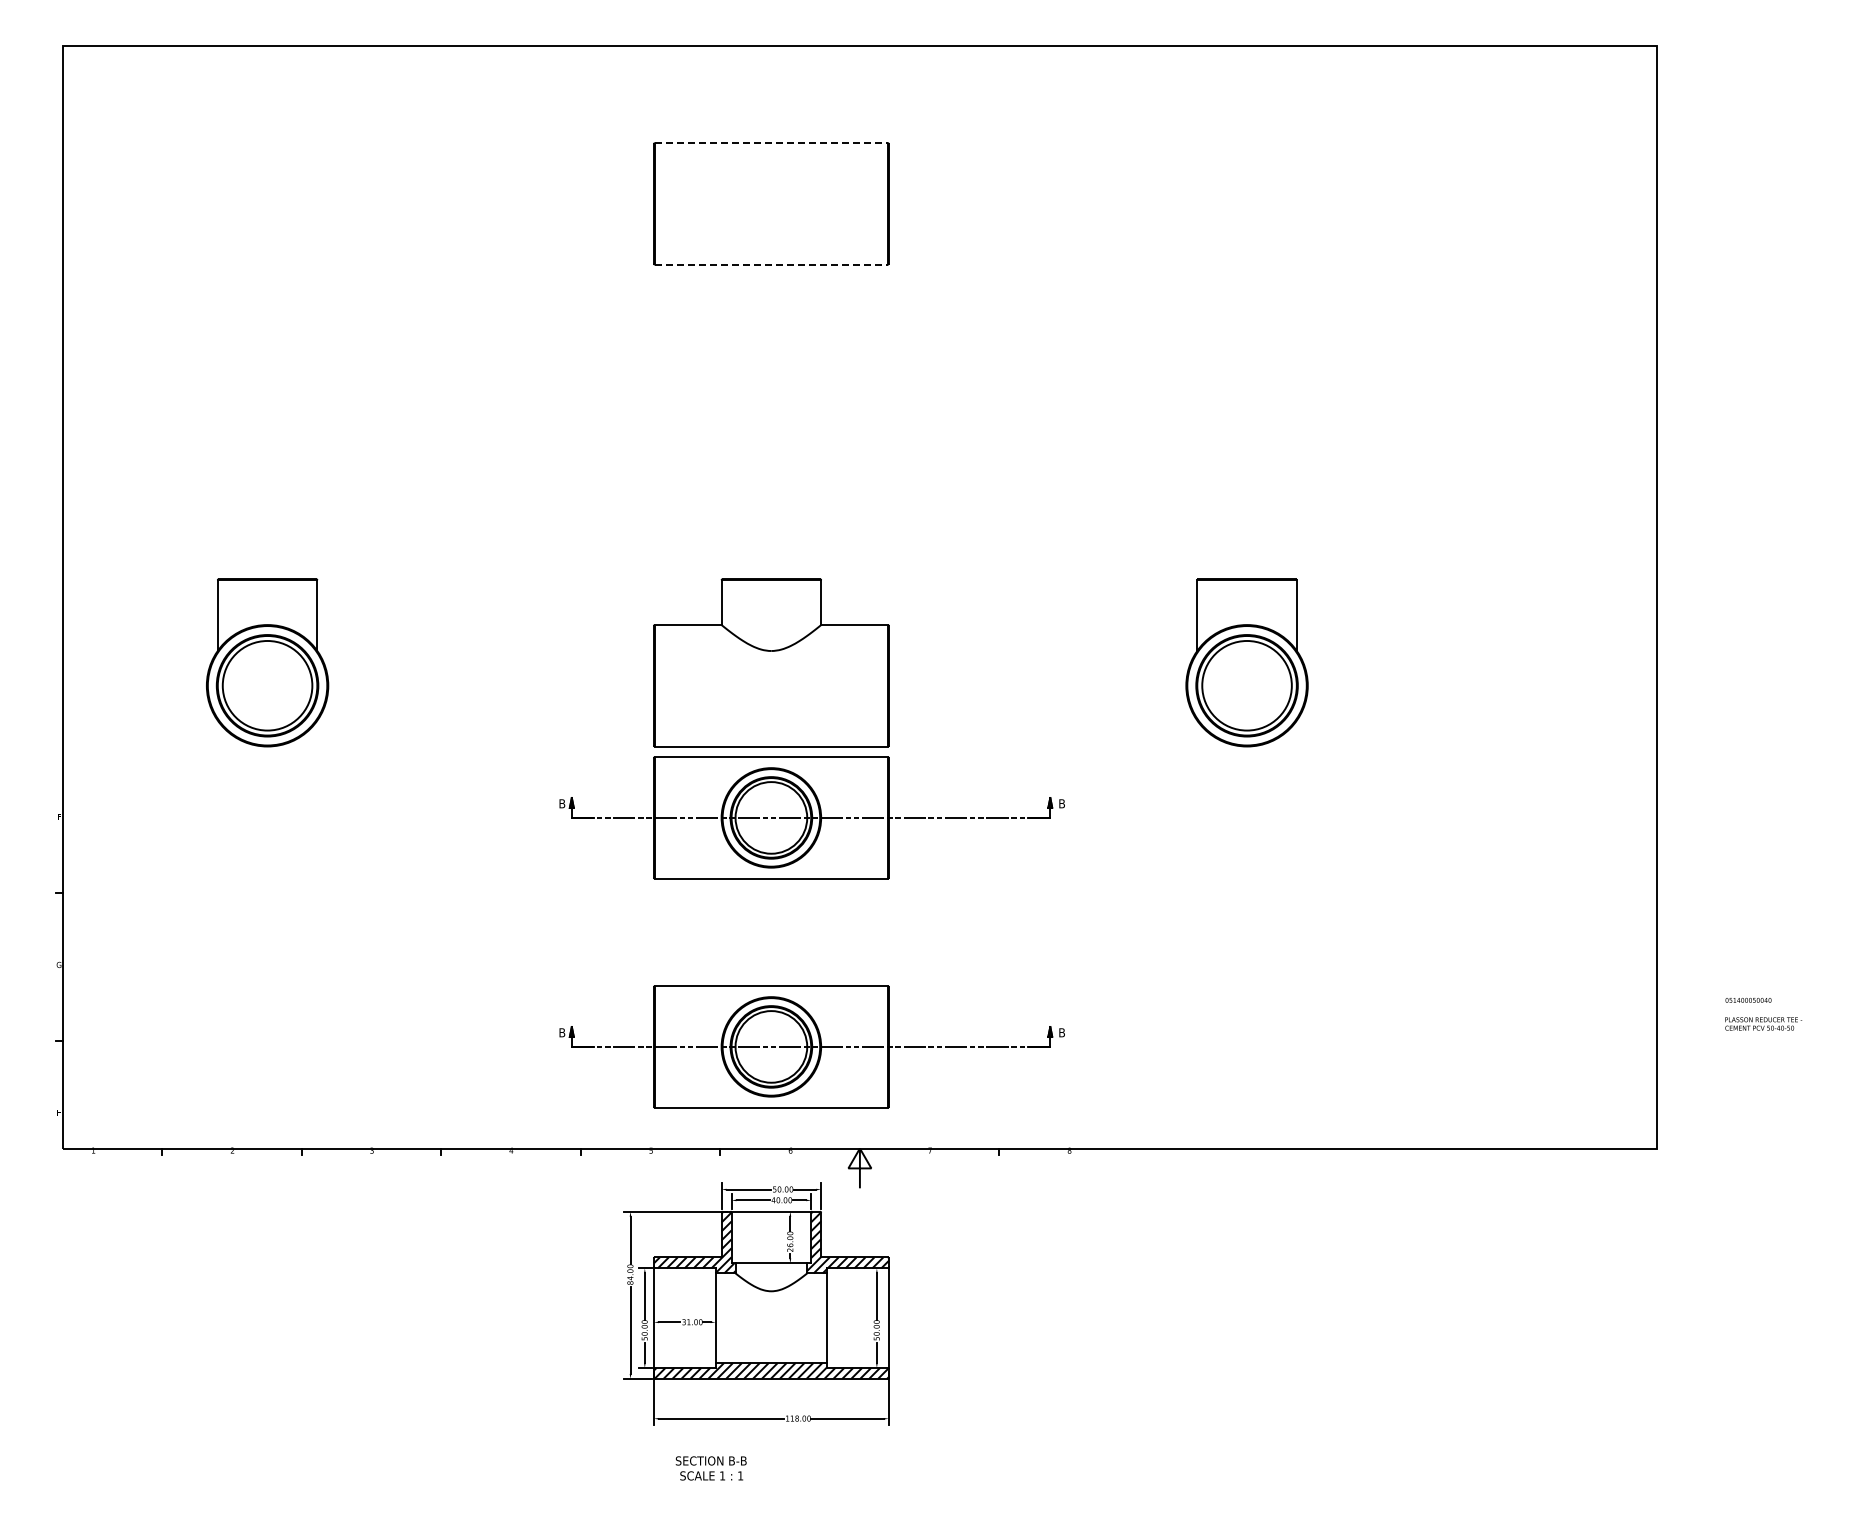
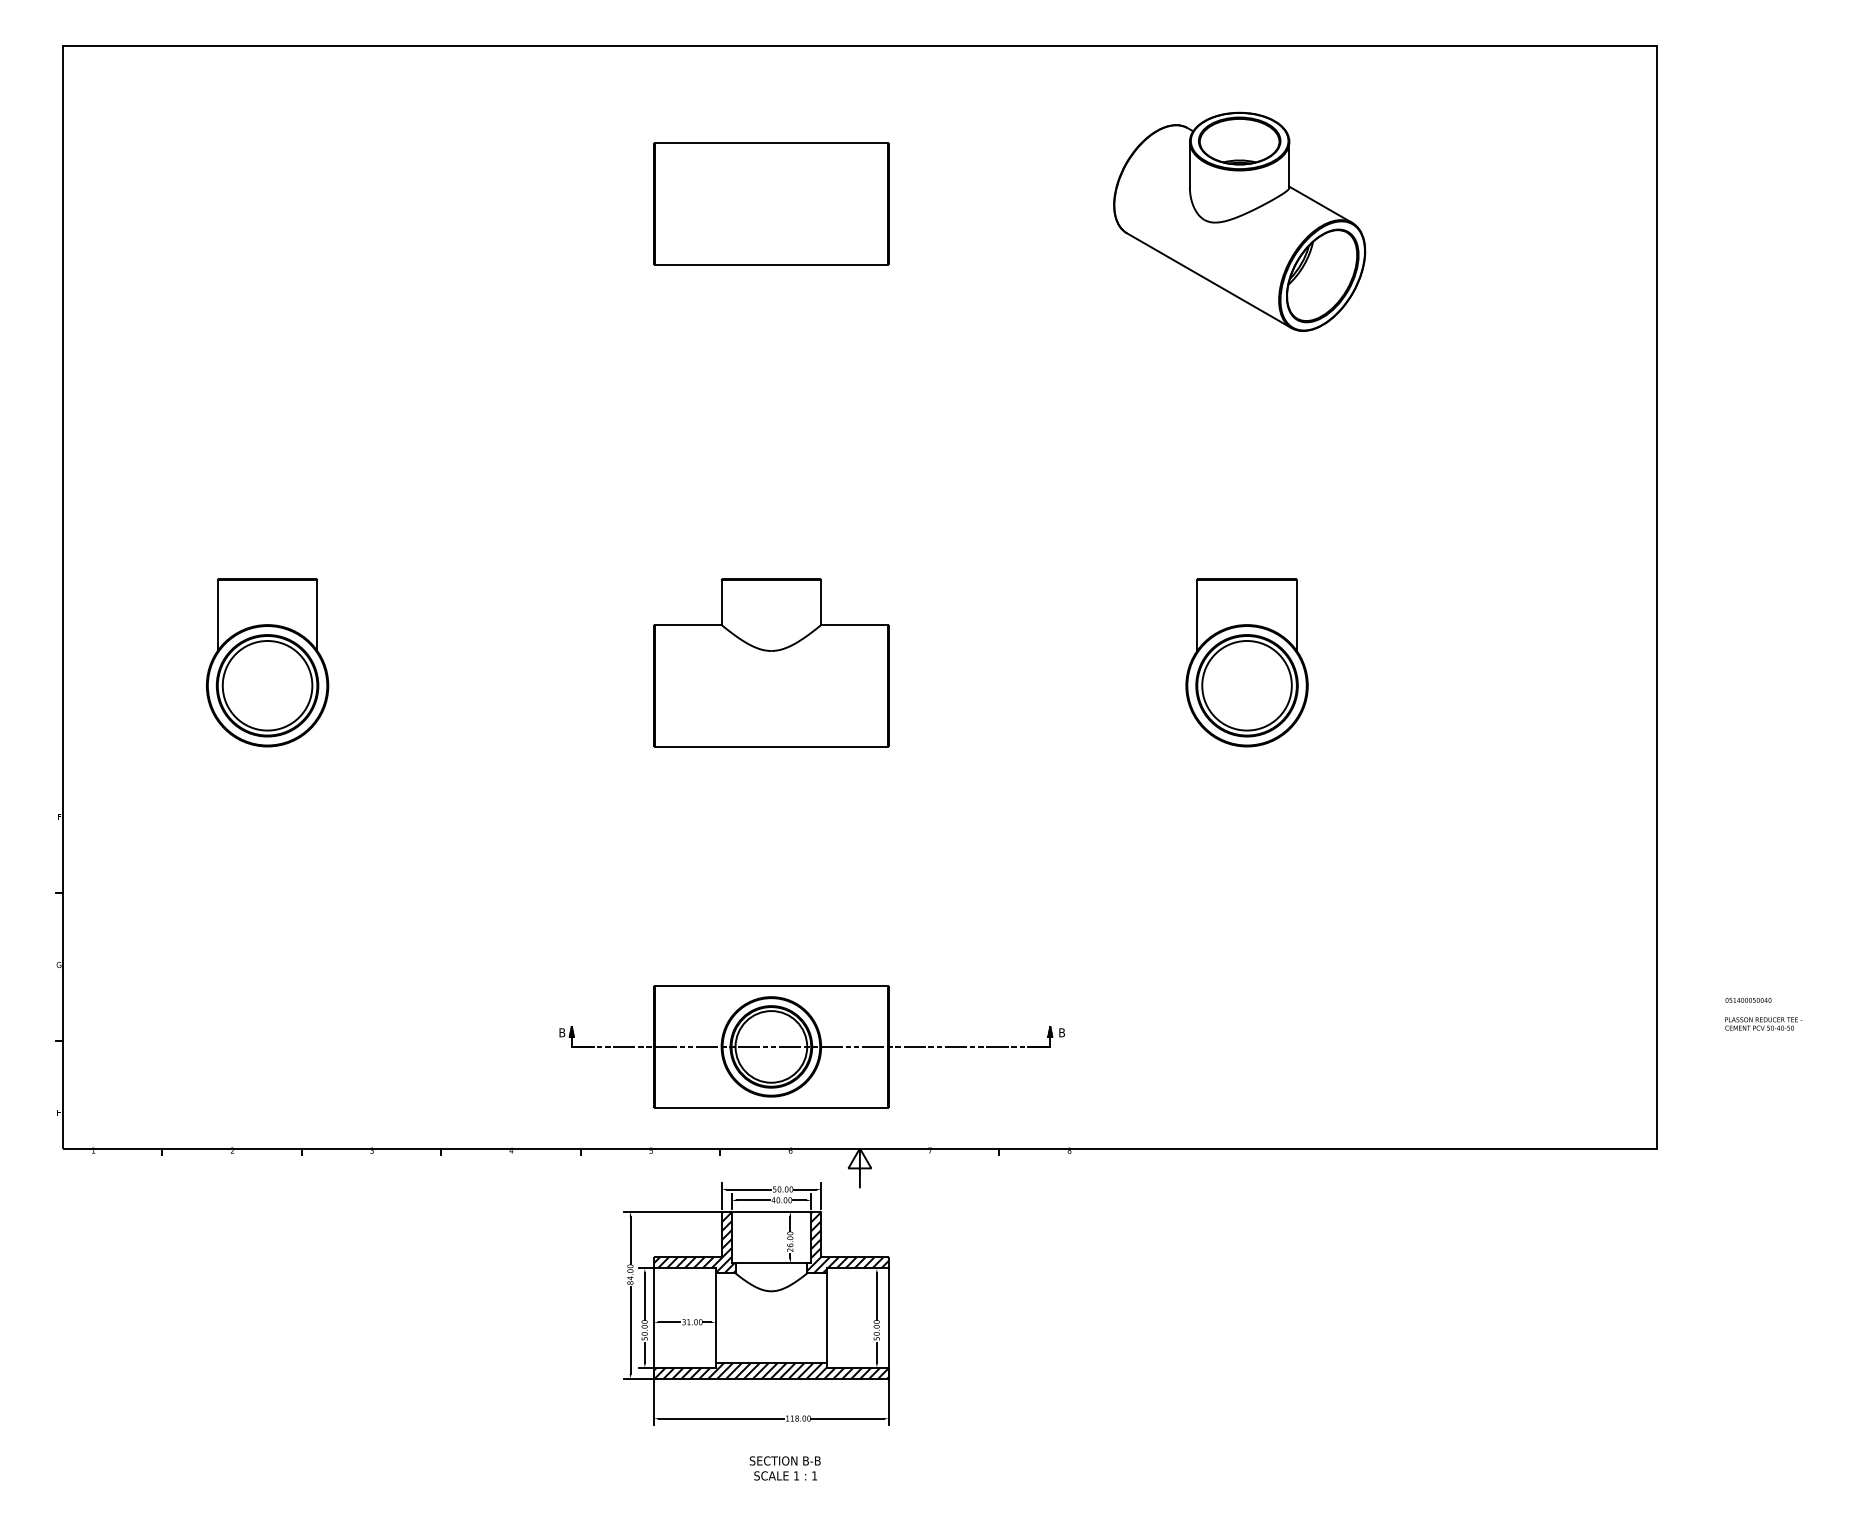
line at (771, 143): dashed -> solid
part at (1239, 221): none -> present
line at (771, 264): dashed -> solid
part at (811, 817): present -> none
text at (710, 1468) position: (710, 1468) -> (784, 1468)
